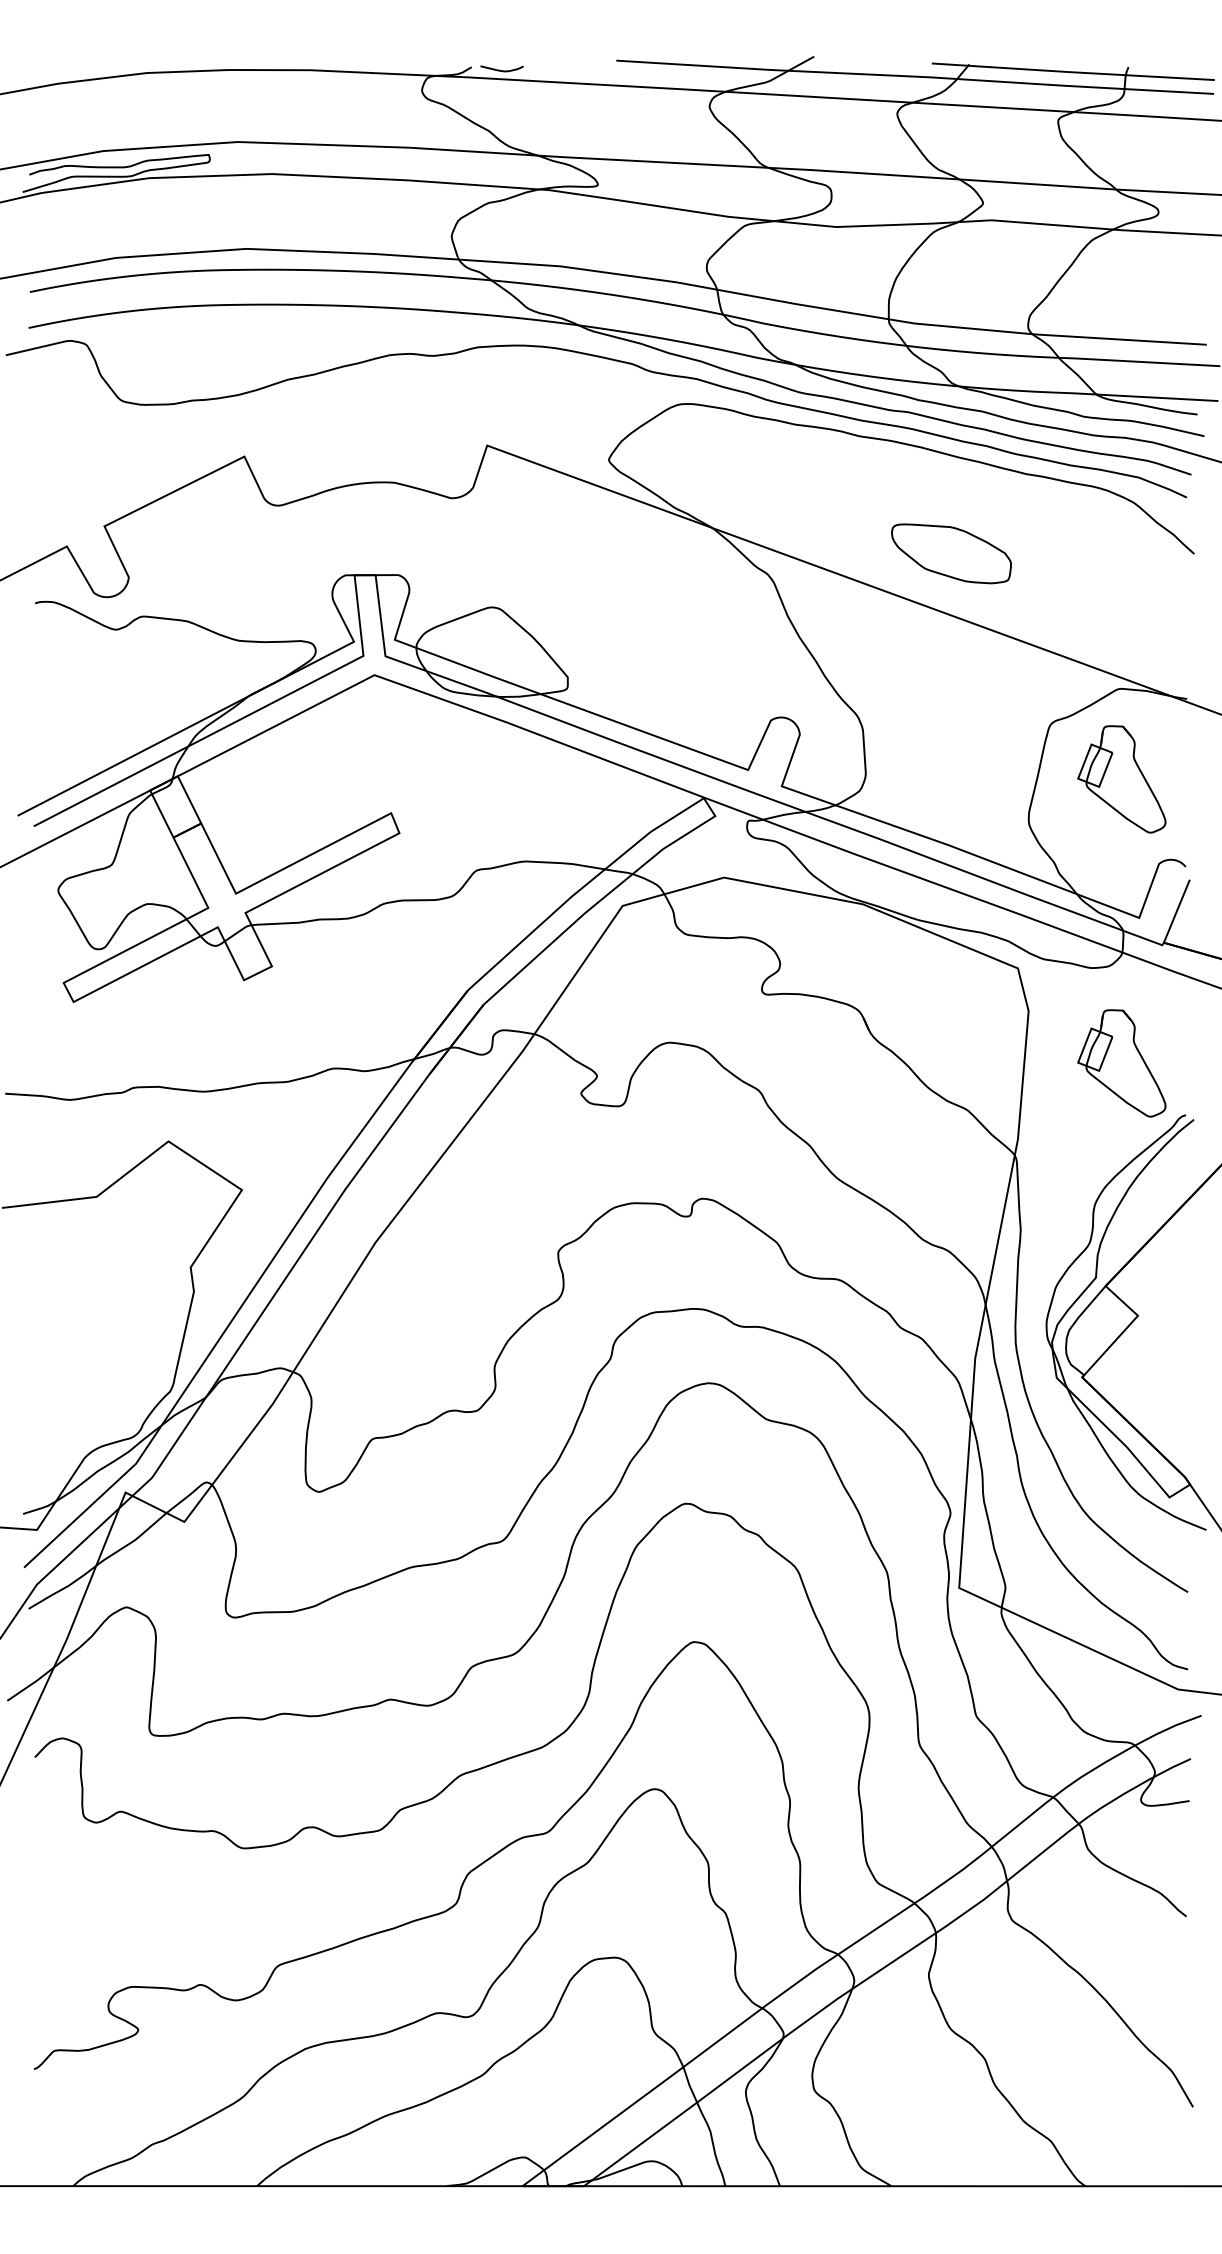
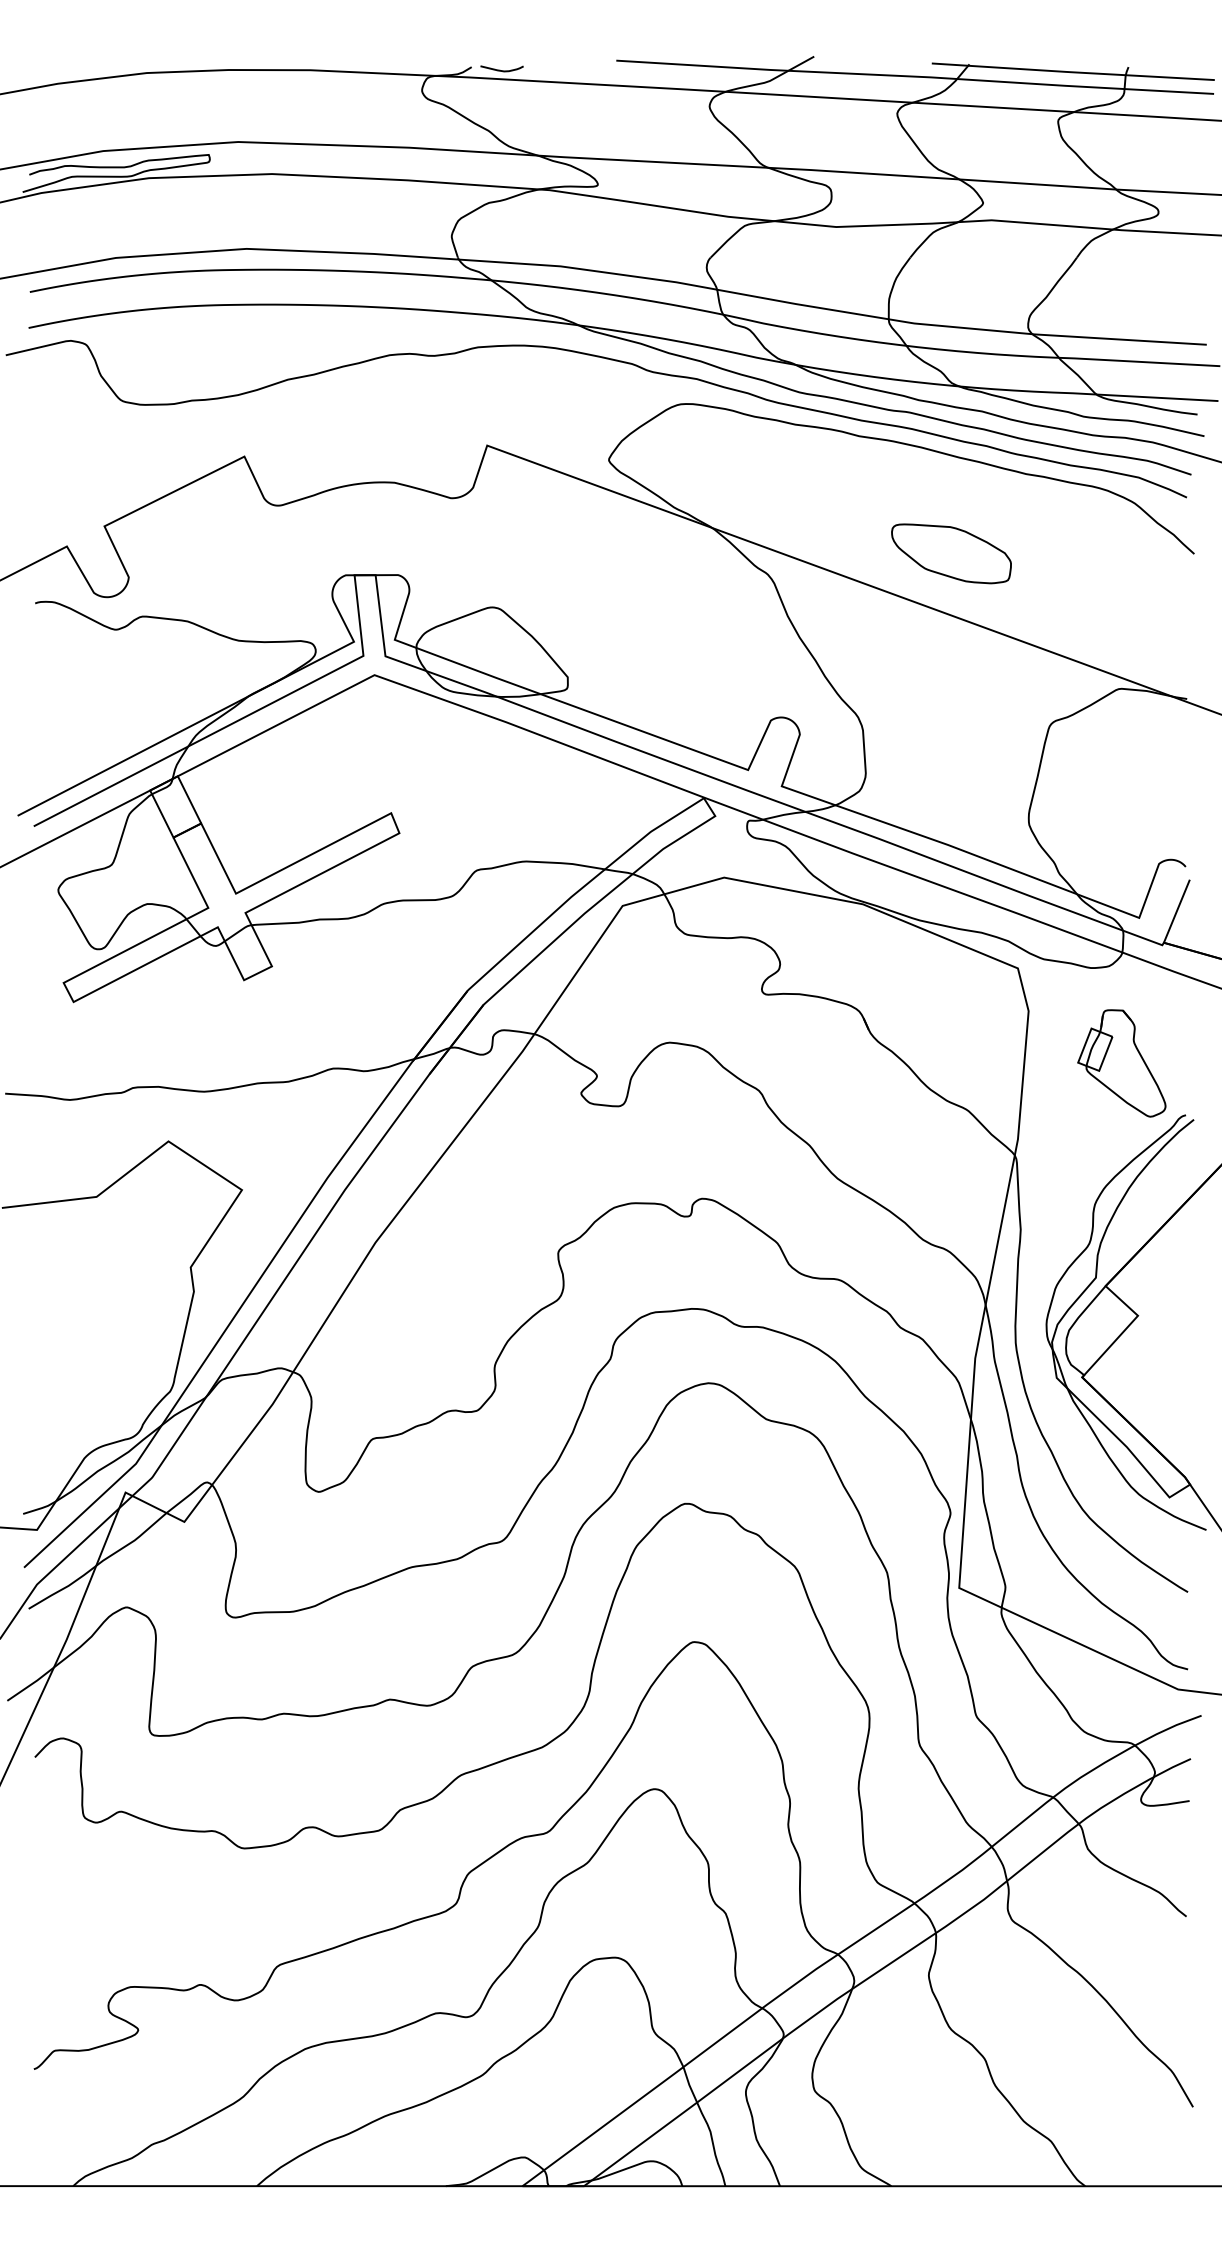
part at (1121, 779): present -> none
